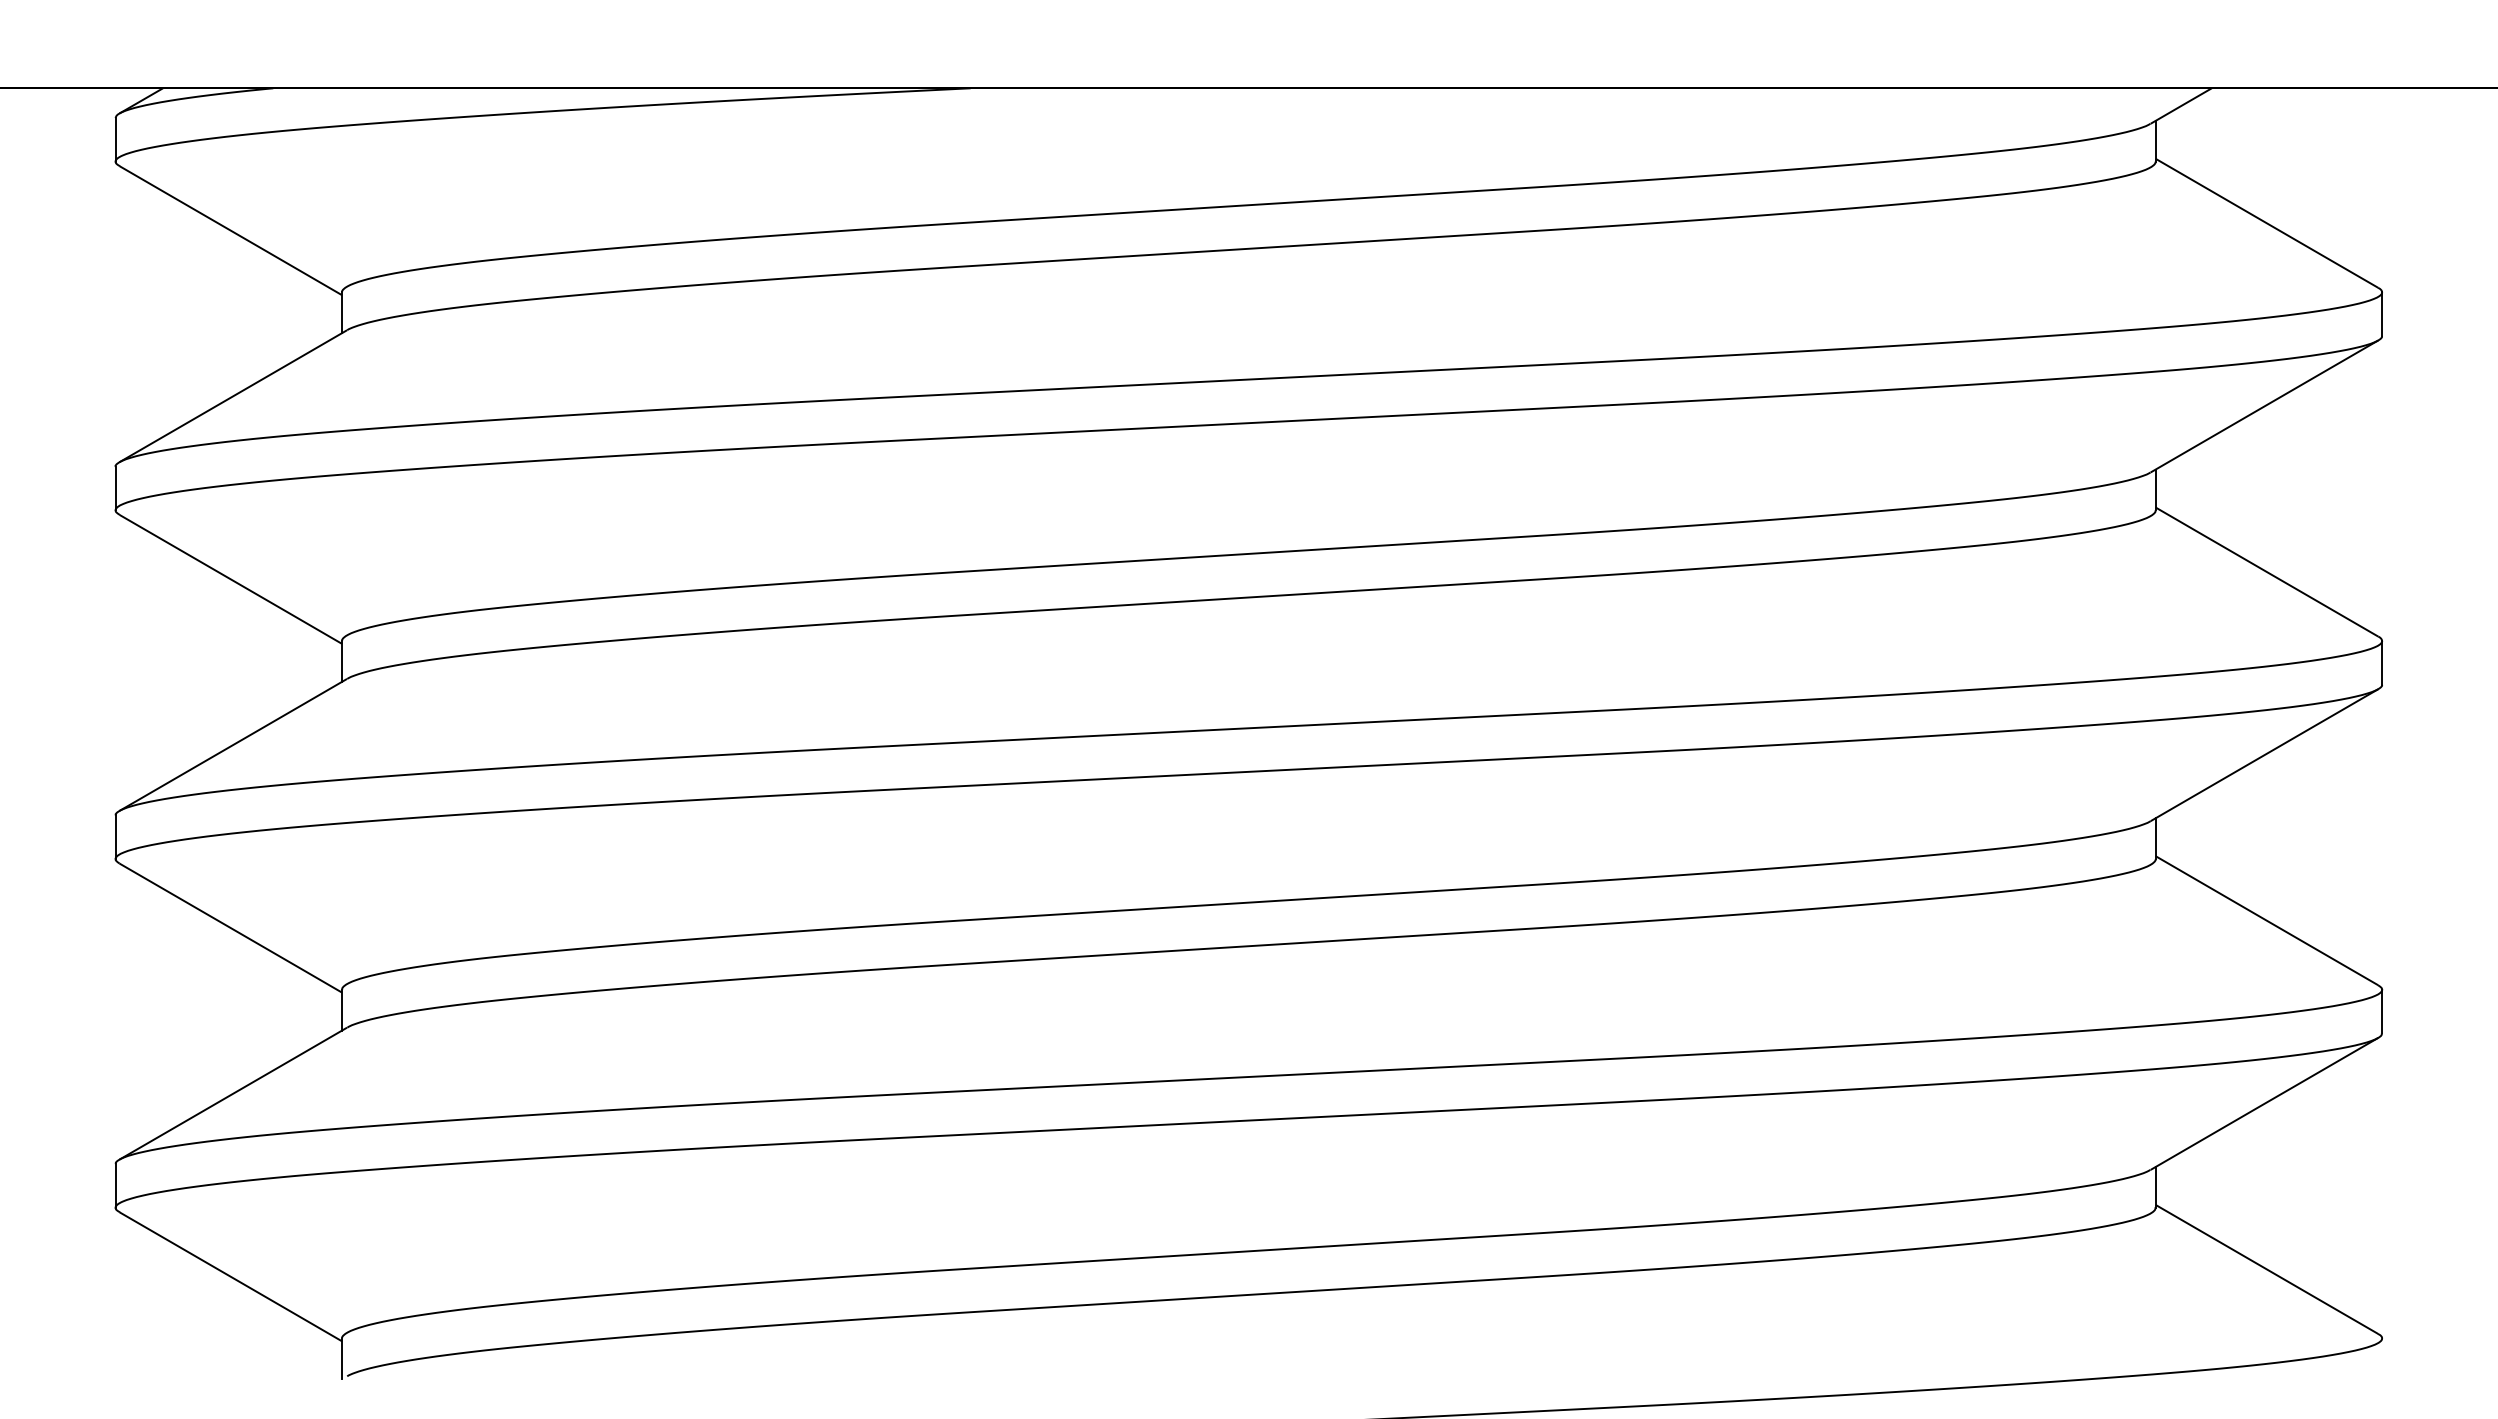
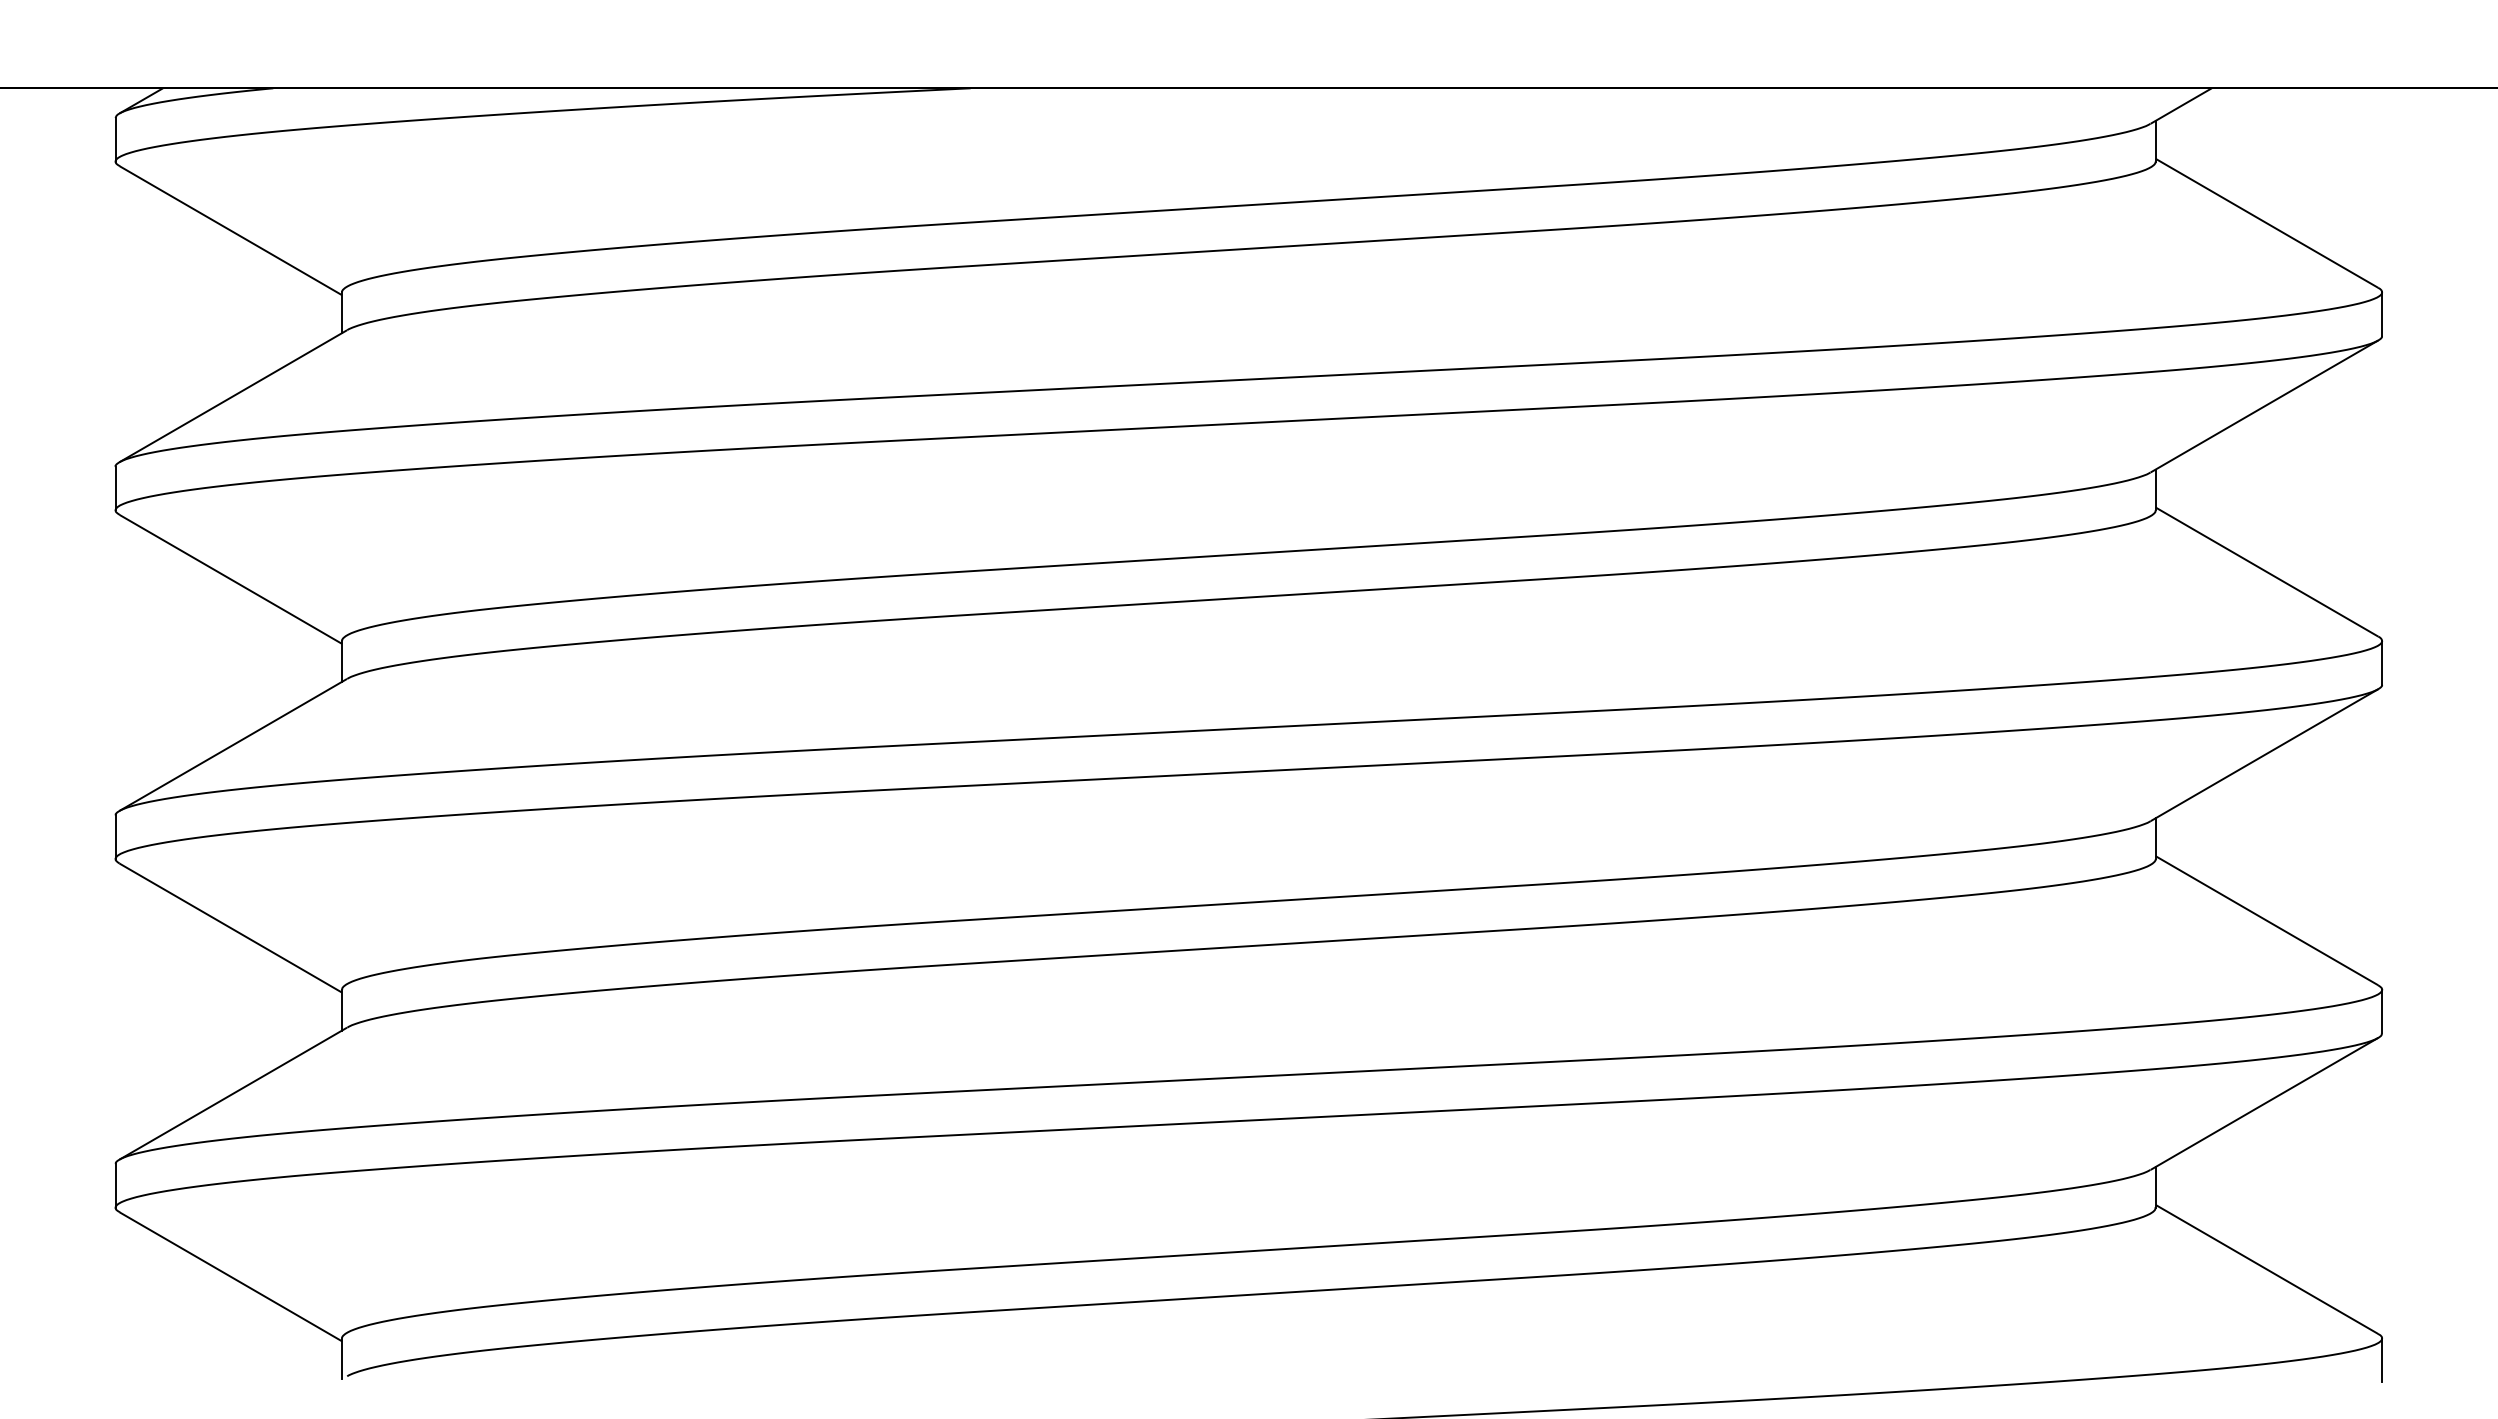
line at (2382, 1360): none -> present
